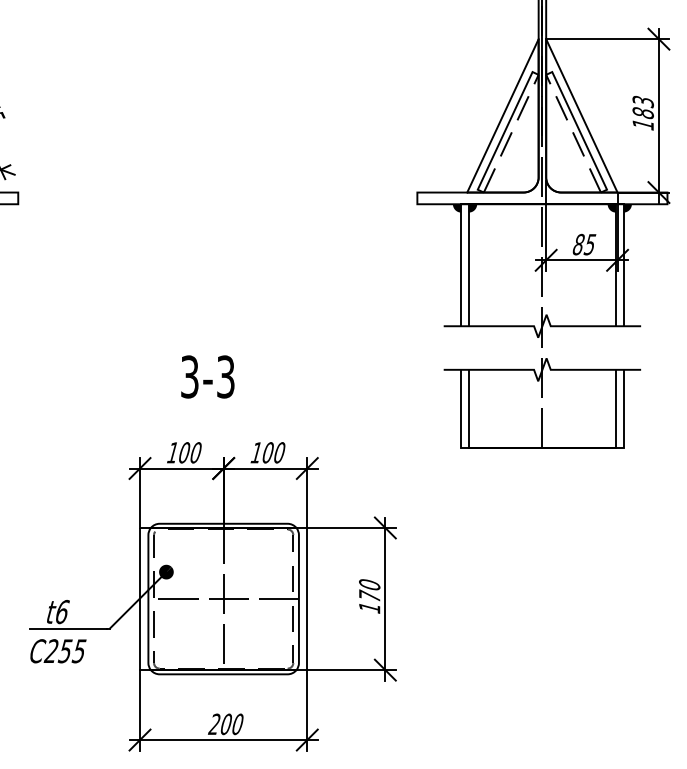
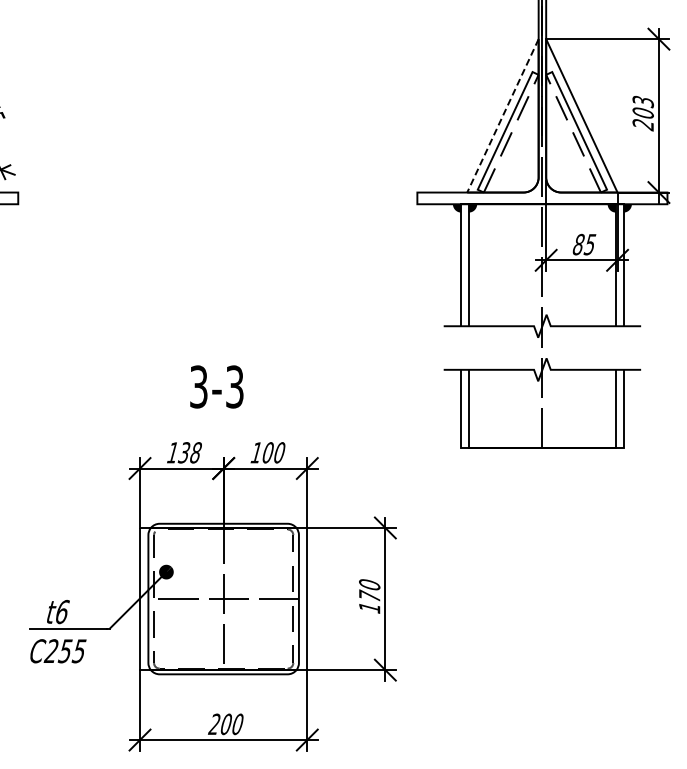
line at (502, 115): solid -> dashed
text at (642, 119): 183 -> 203
text at (207, 376) position: (207, 376) -> (216, 386)
text at (189, 452): 100 -> 138
